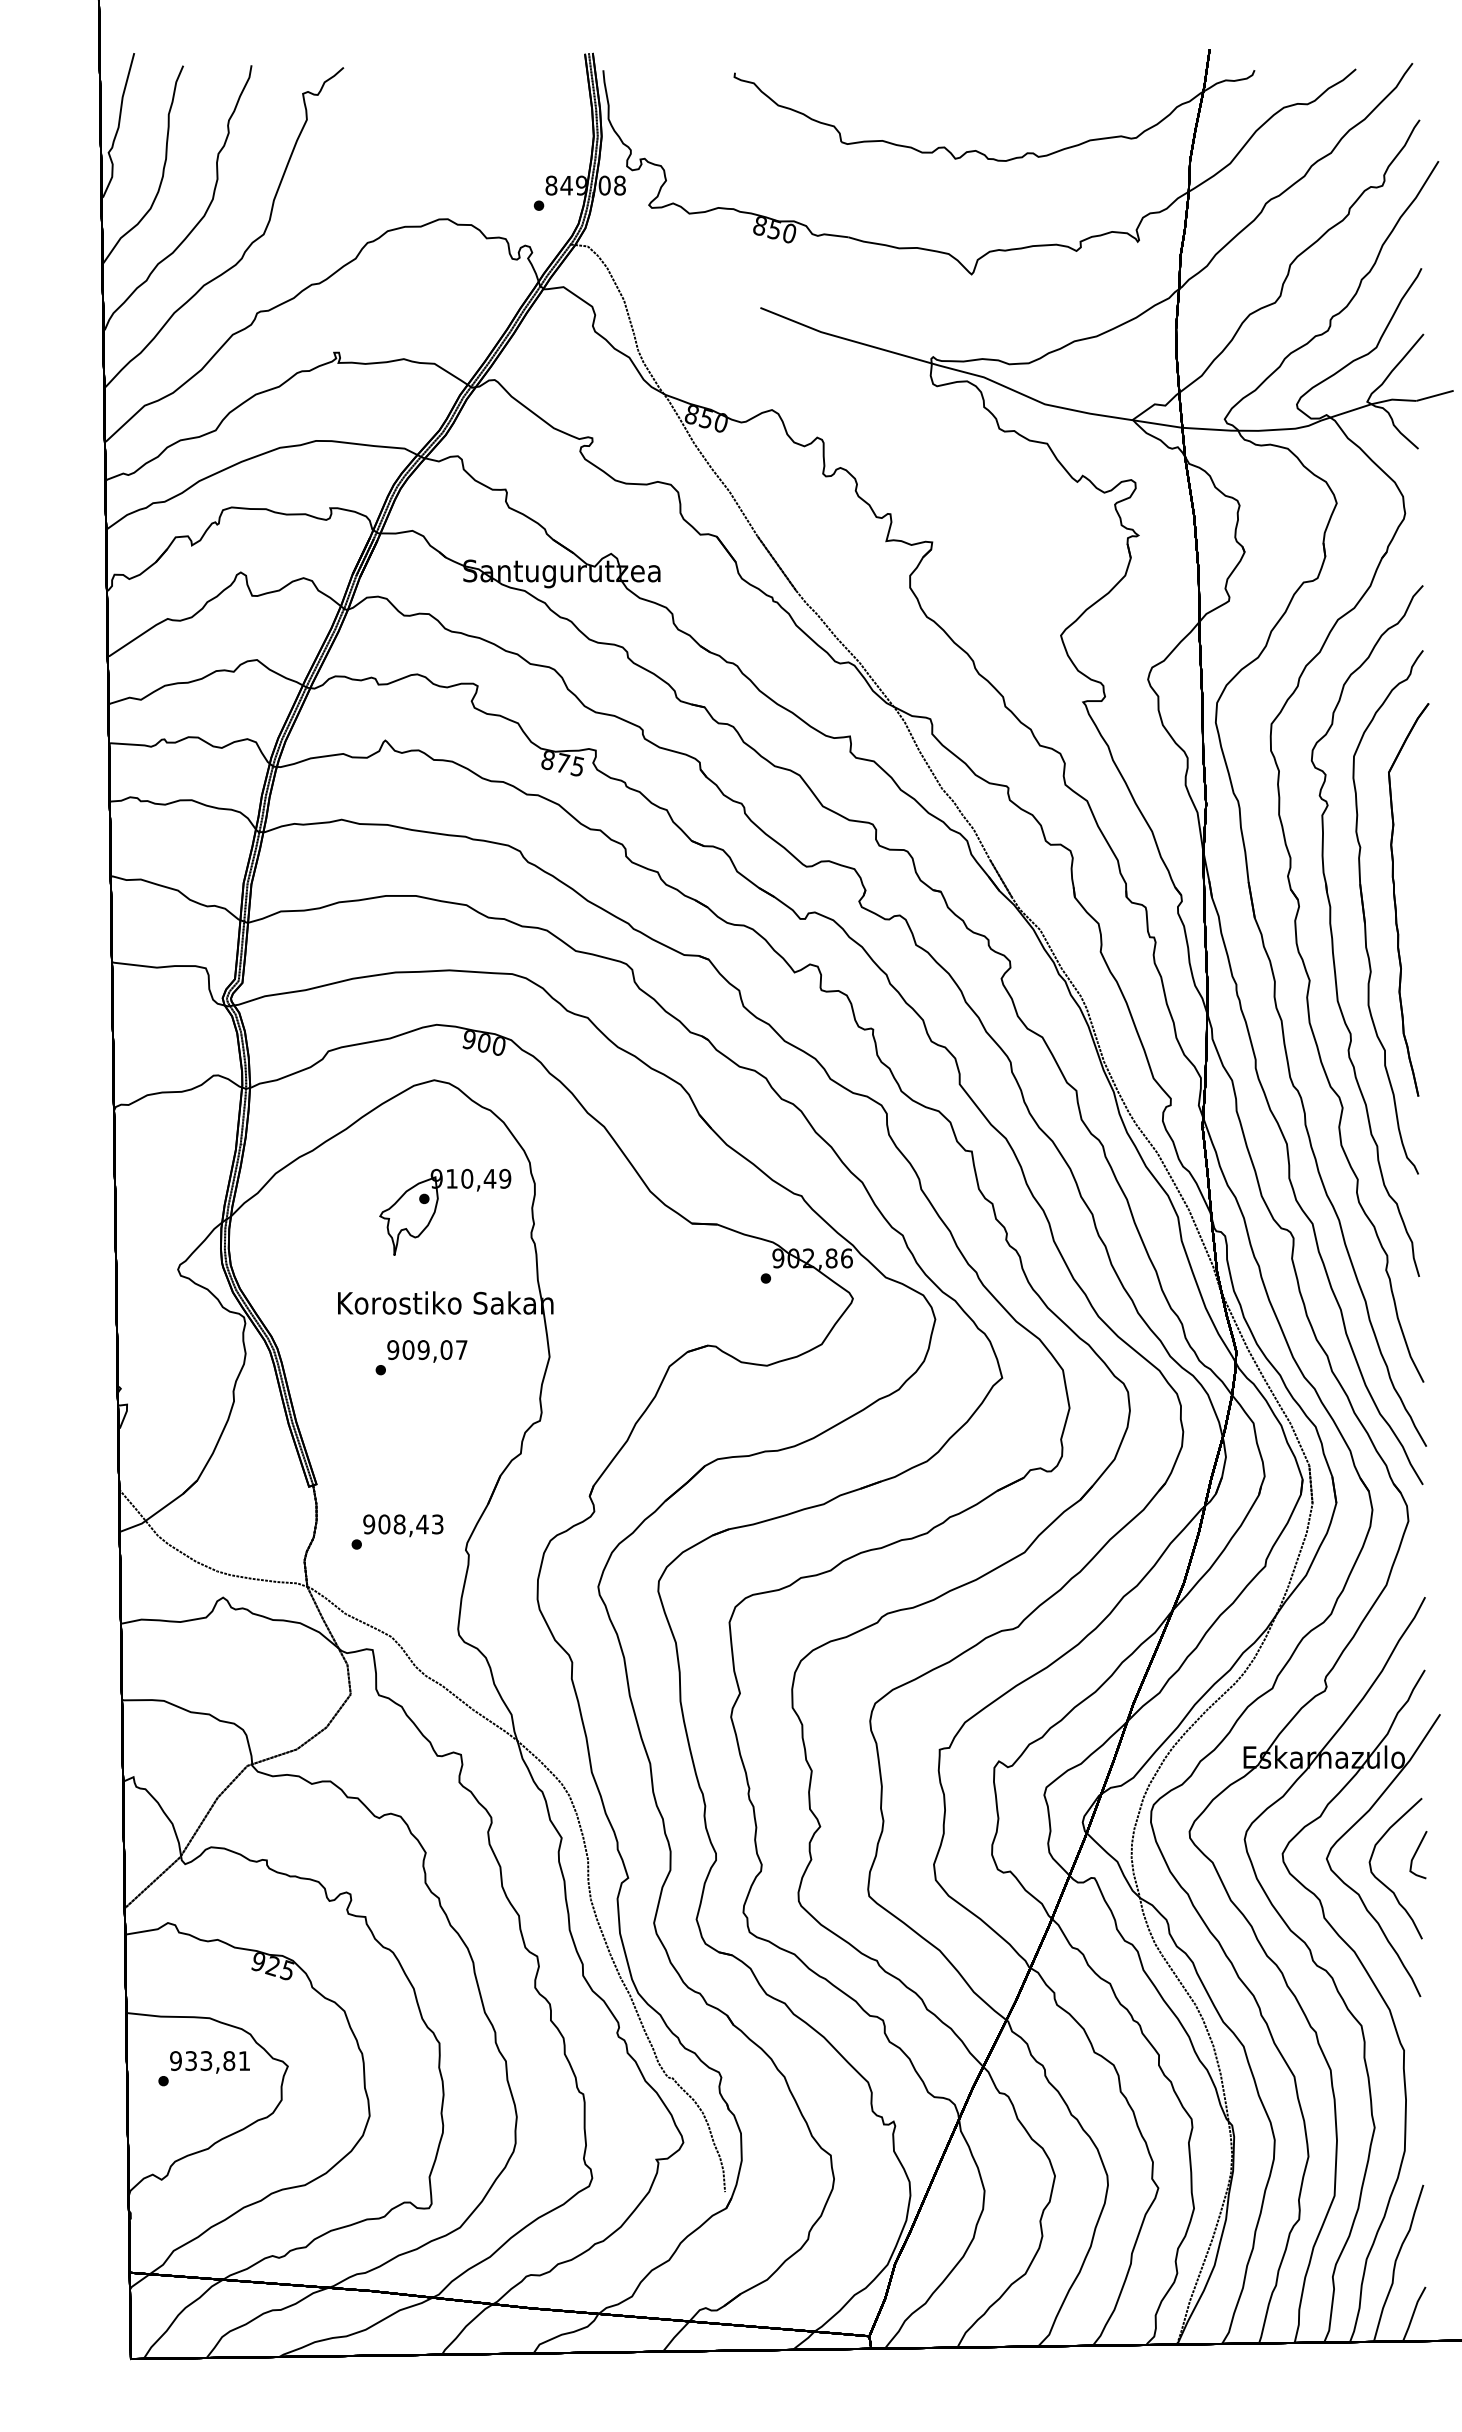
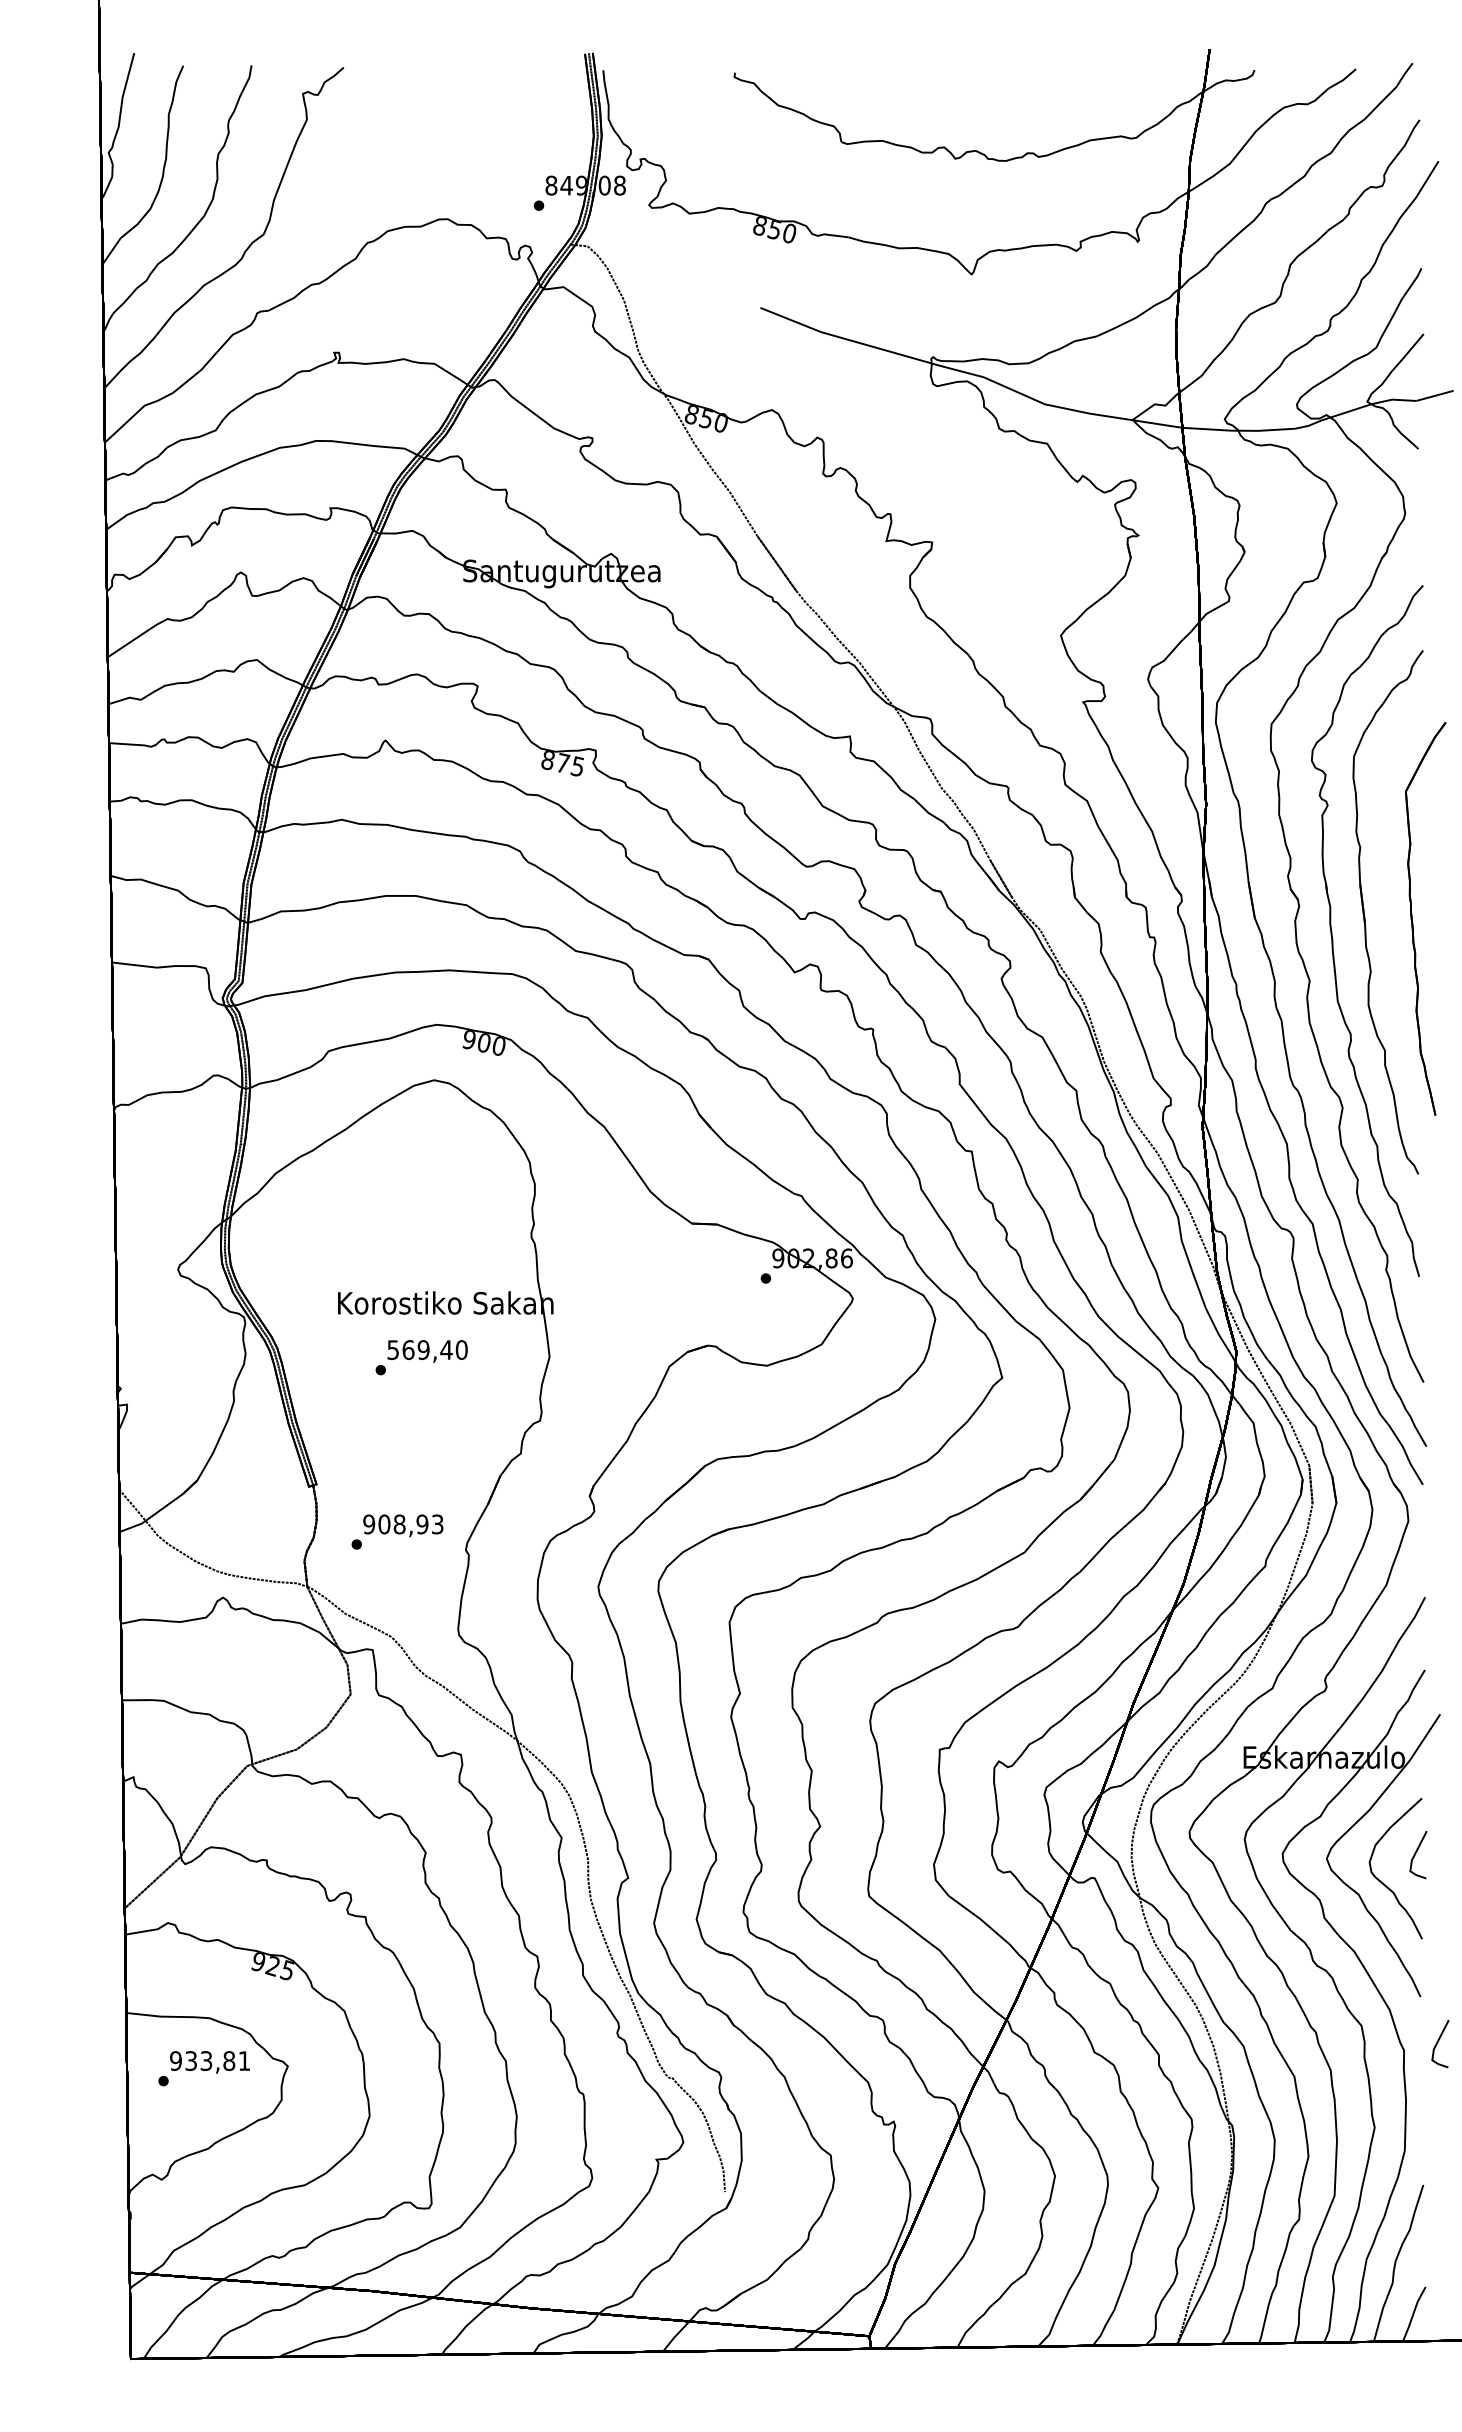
part at (1396, 903) position: (1396, 903) -> (1413, 922)
part at (436, 1209): present -> none
text at (427, 1350): 909,07 -> 569,40
text at (422, 1524): 908,43 -> 908,93
part at (1440, 2044): none -> present
